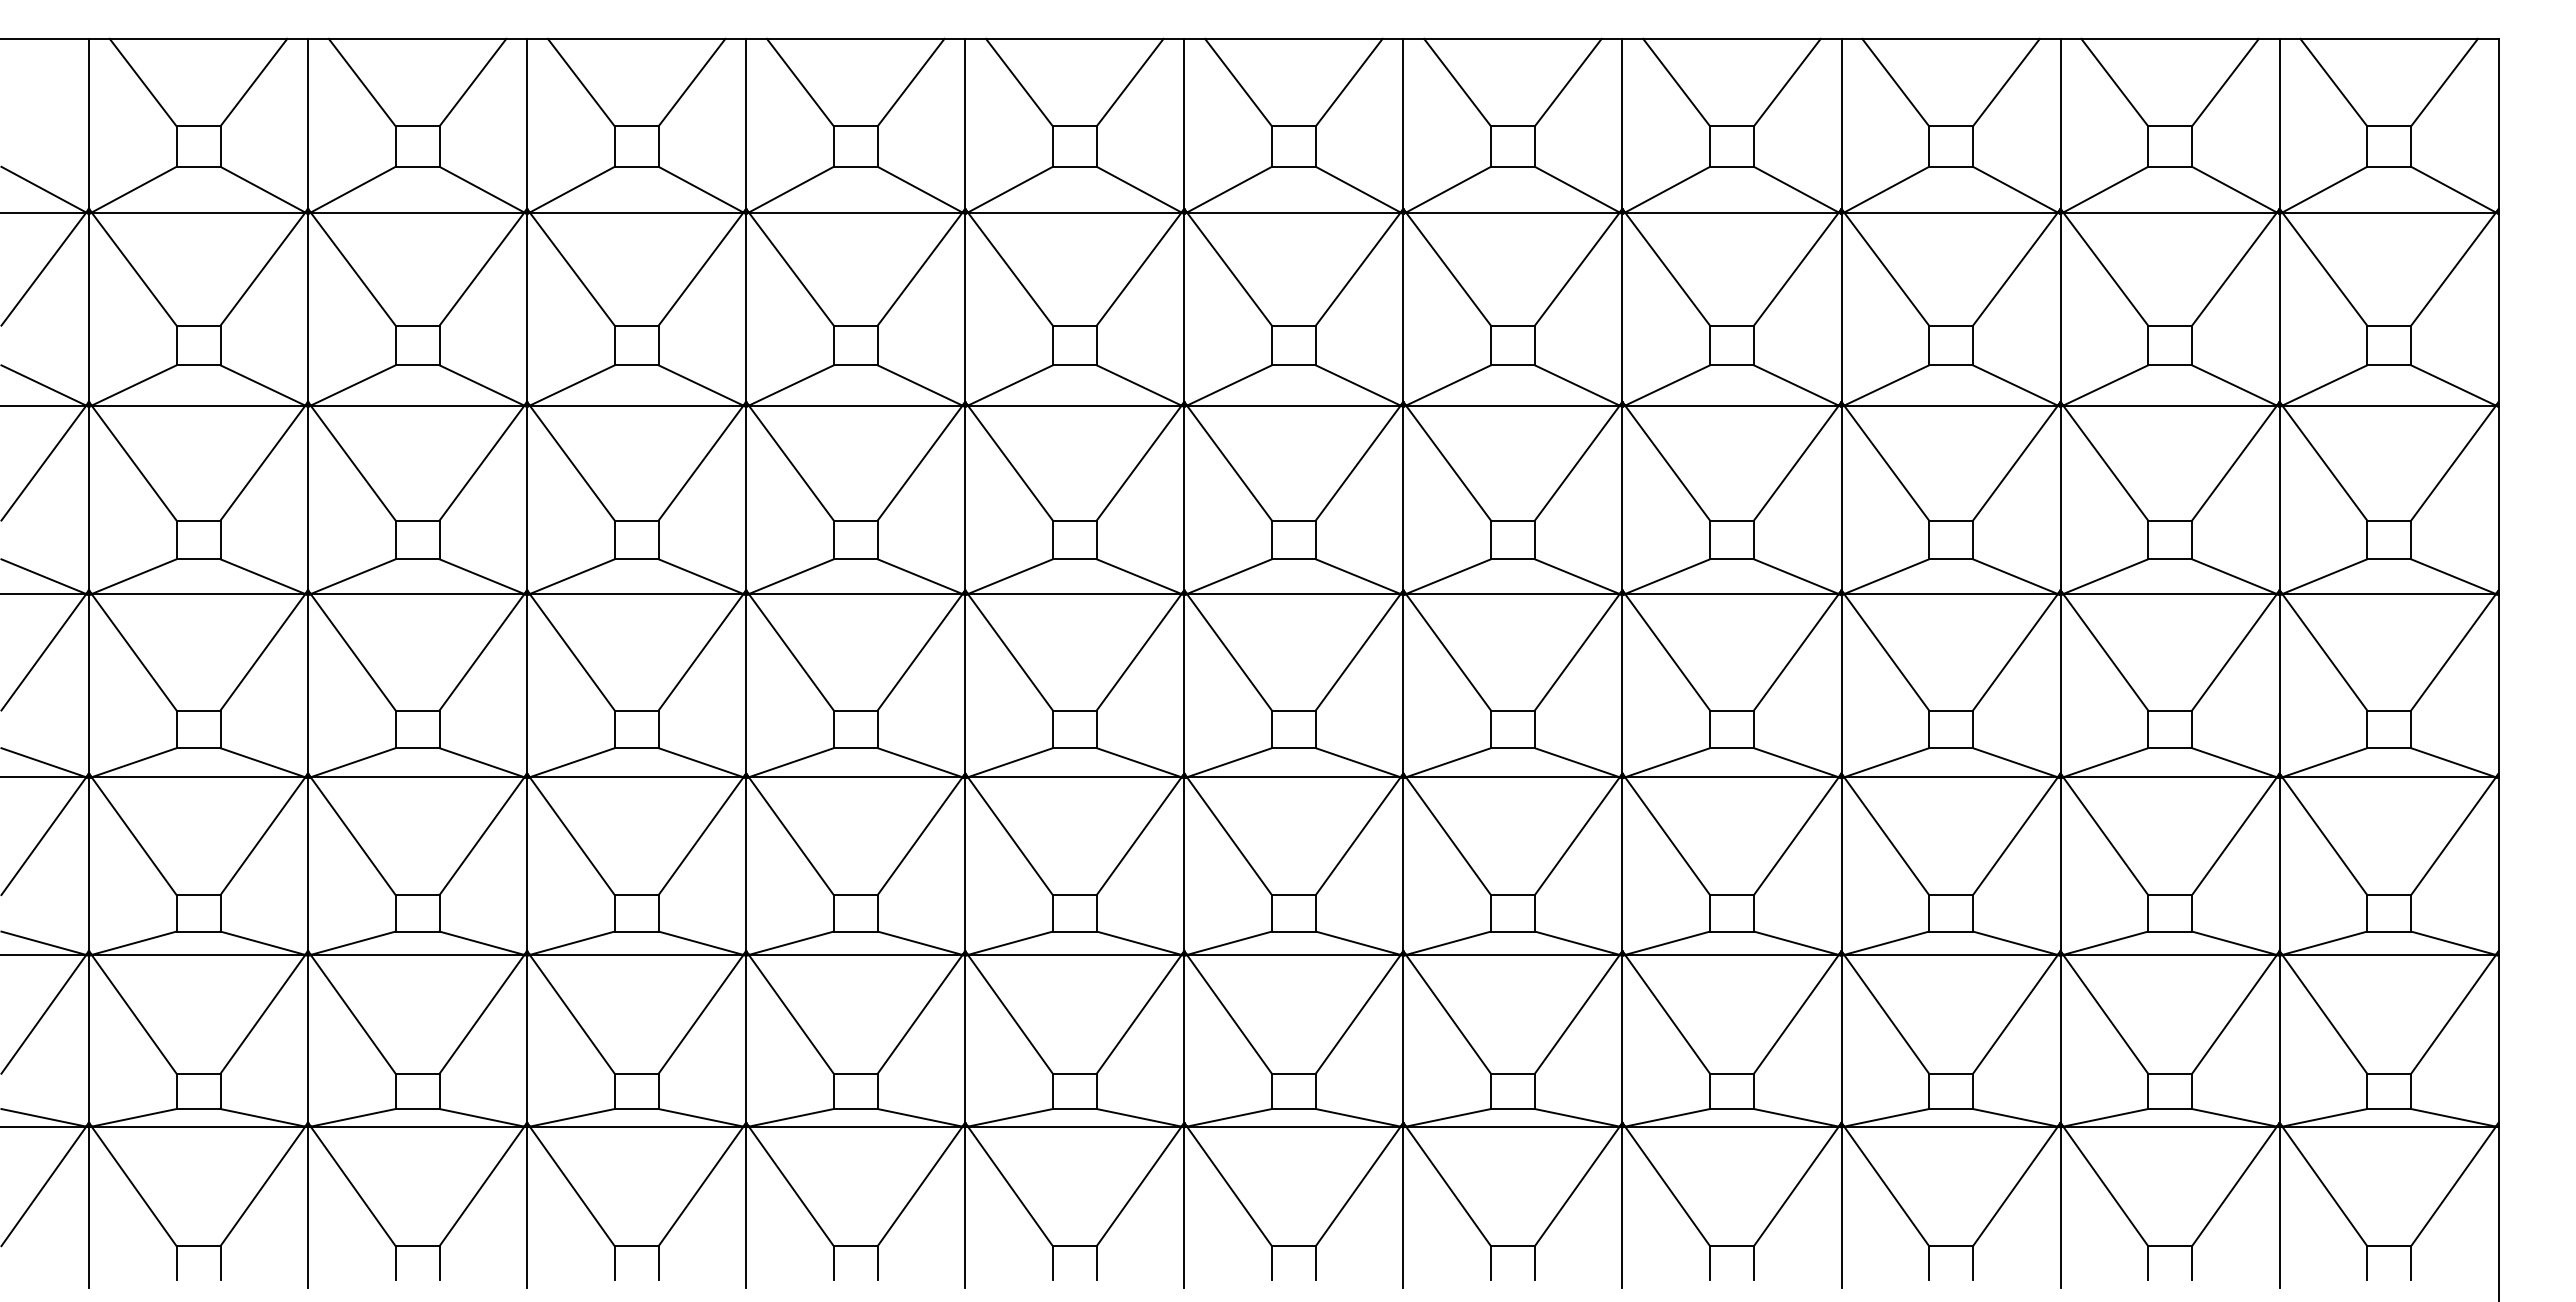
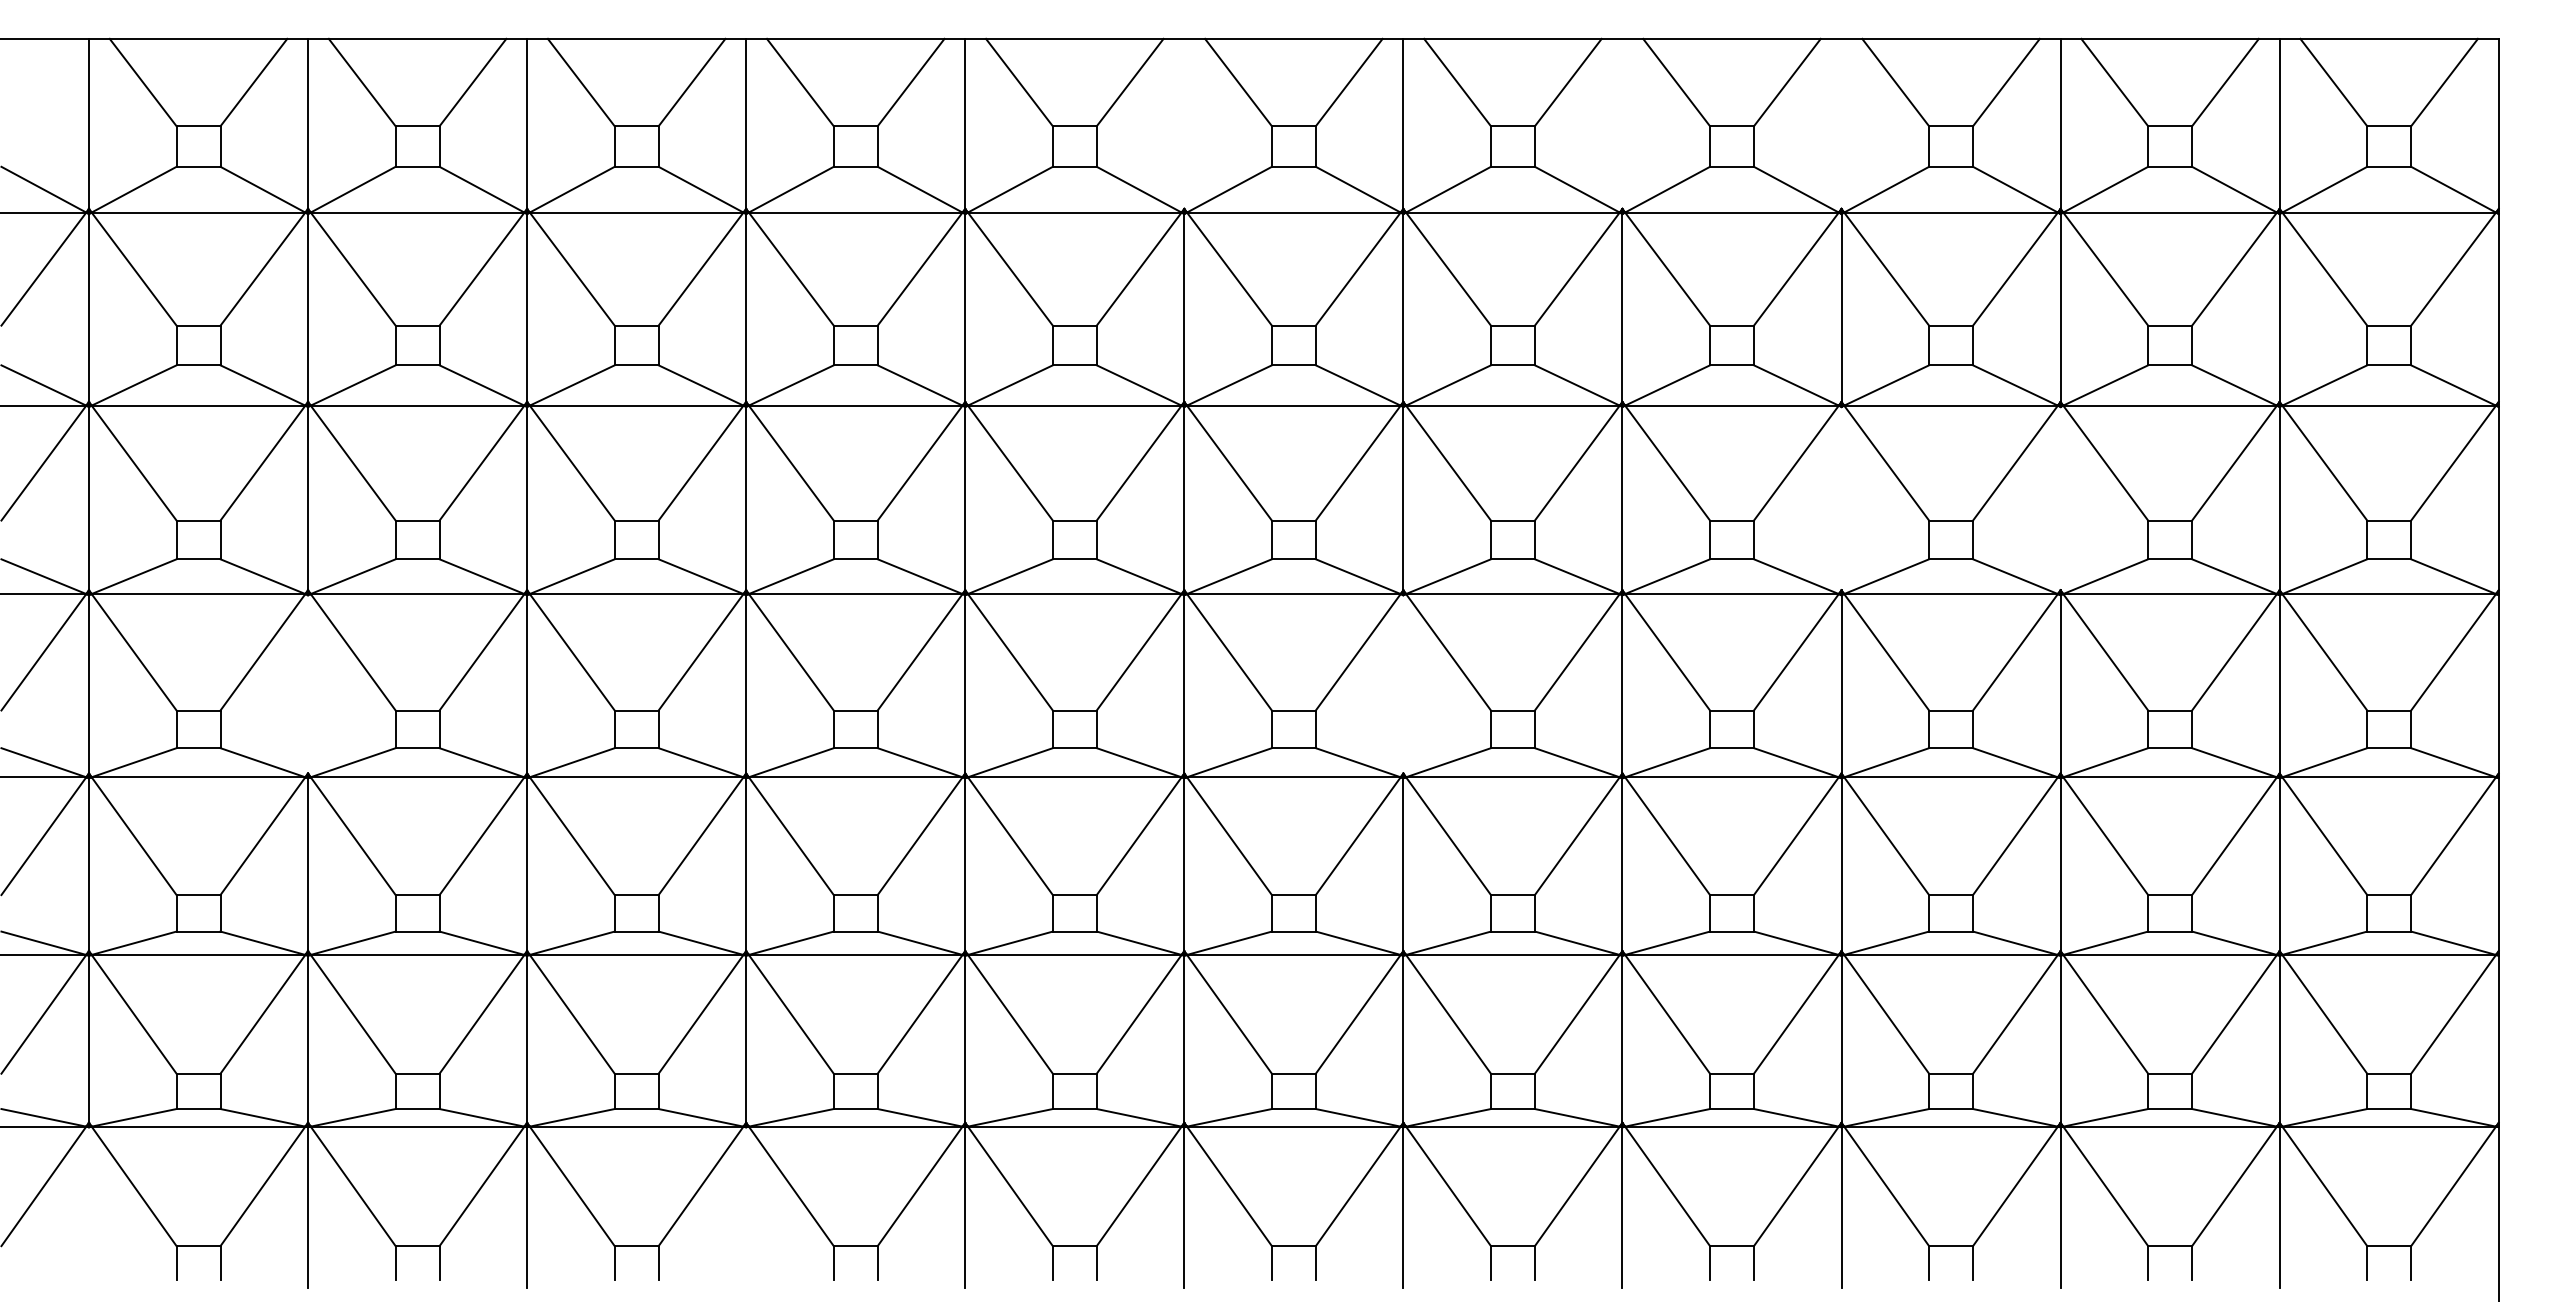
line at (1184, 123): present -> none
line at (1622, 123): present -> none
line at (1841, 123): present -> none
line at (1841, 498): present -> none
line at (2060, 498): present -> none
line at (308, 684): present -> none
line at (1403, 684): present -> none
line at (88, 1207): present -> none
line at (746, 1207): present -> none
